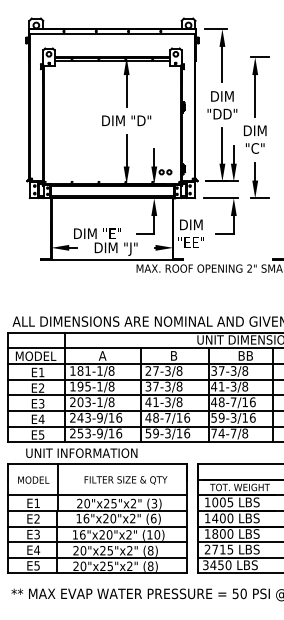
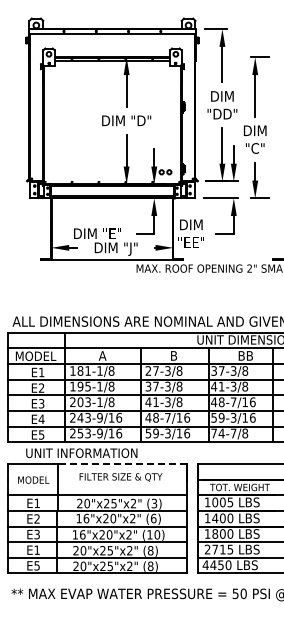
line at (122, 464): solid -> dashed
text at (125, 480) position: (125, 480) -> (120, 477)
text at (37, 549): E4 -> E1
text at (205, 565): 3450 -> 4450
